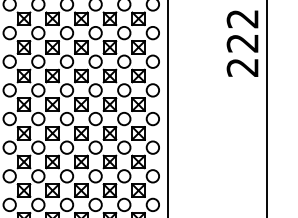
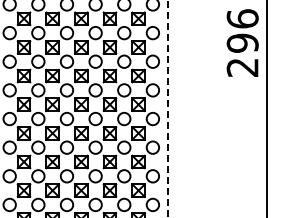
text at (242, 30): 222 -> 296
line at (168, 108): solid -> dashed
